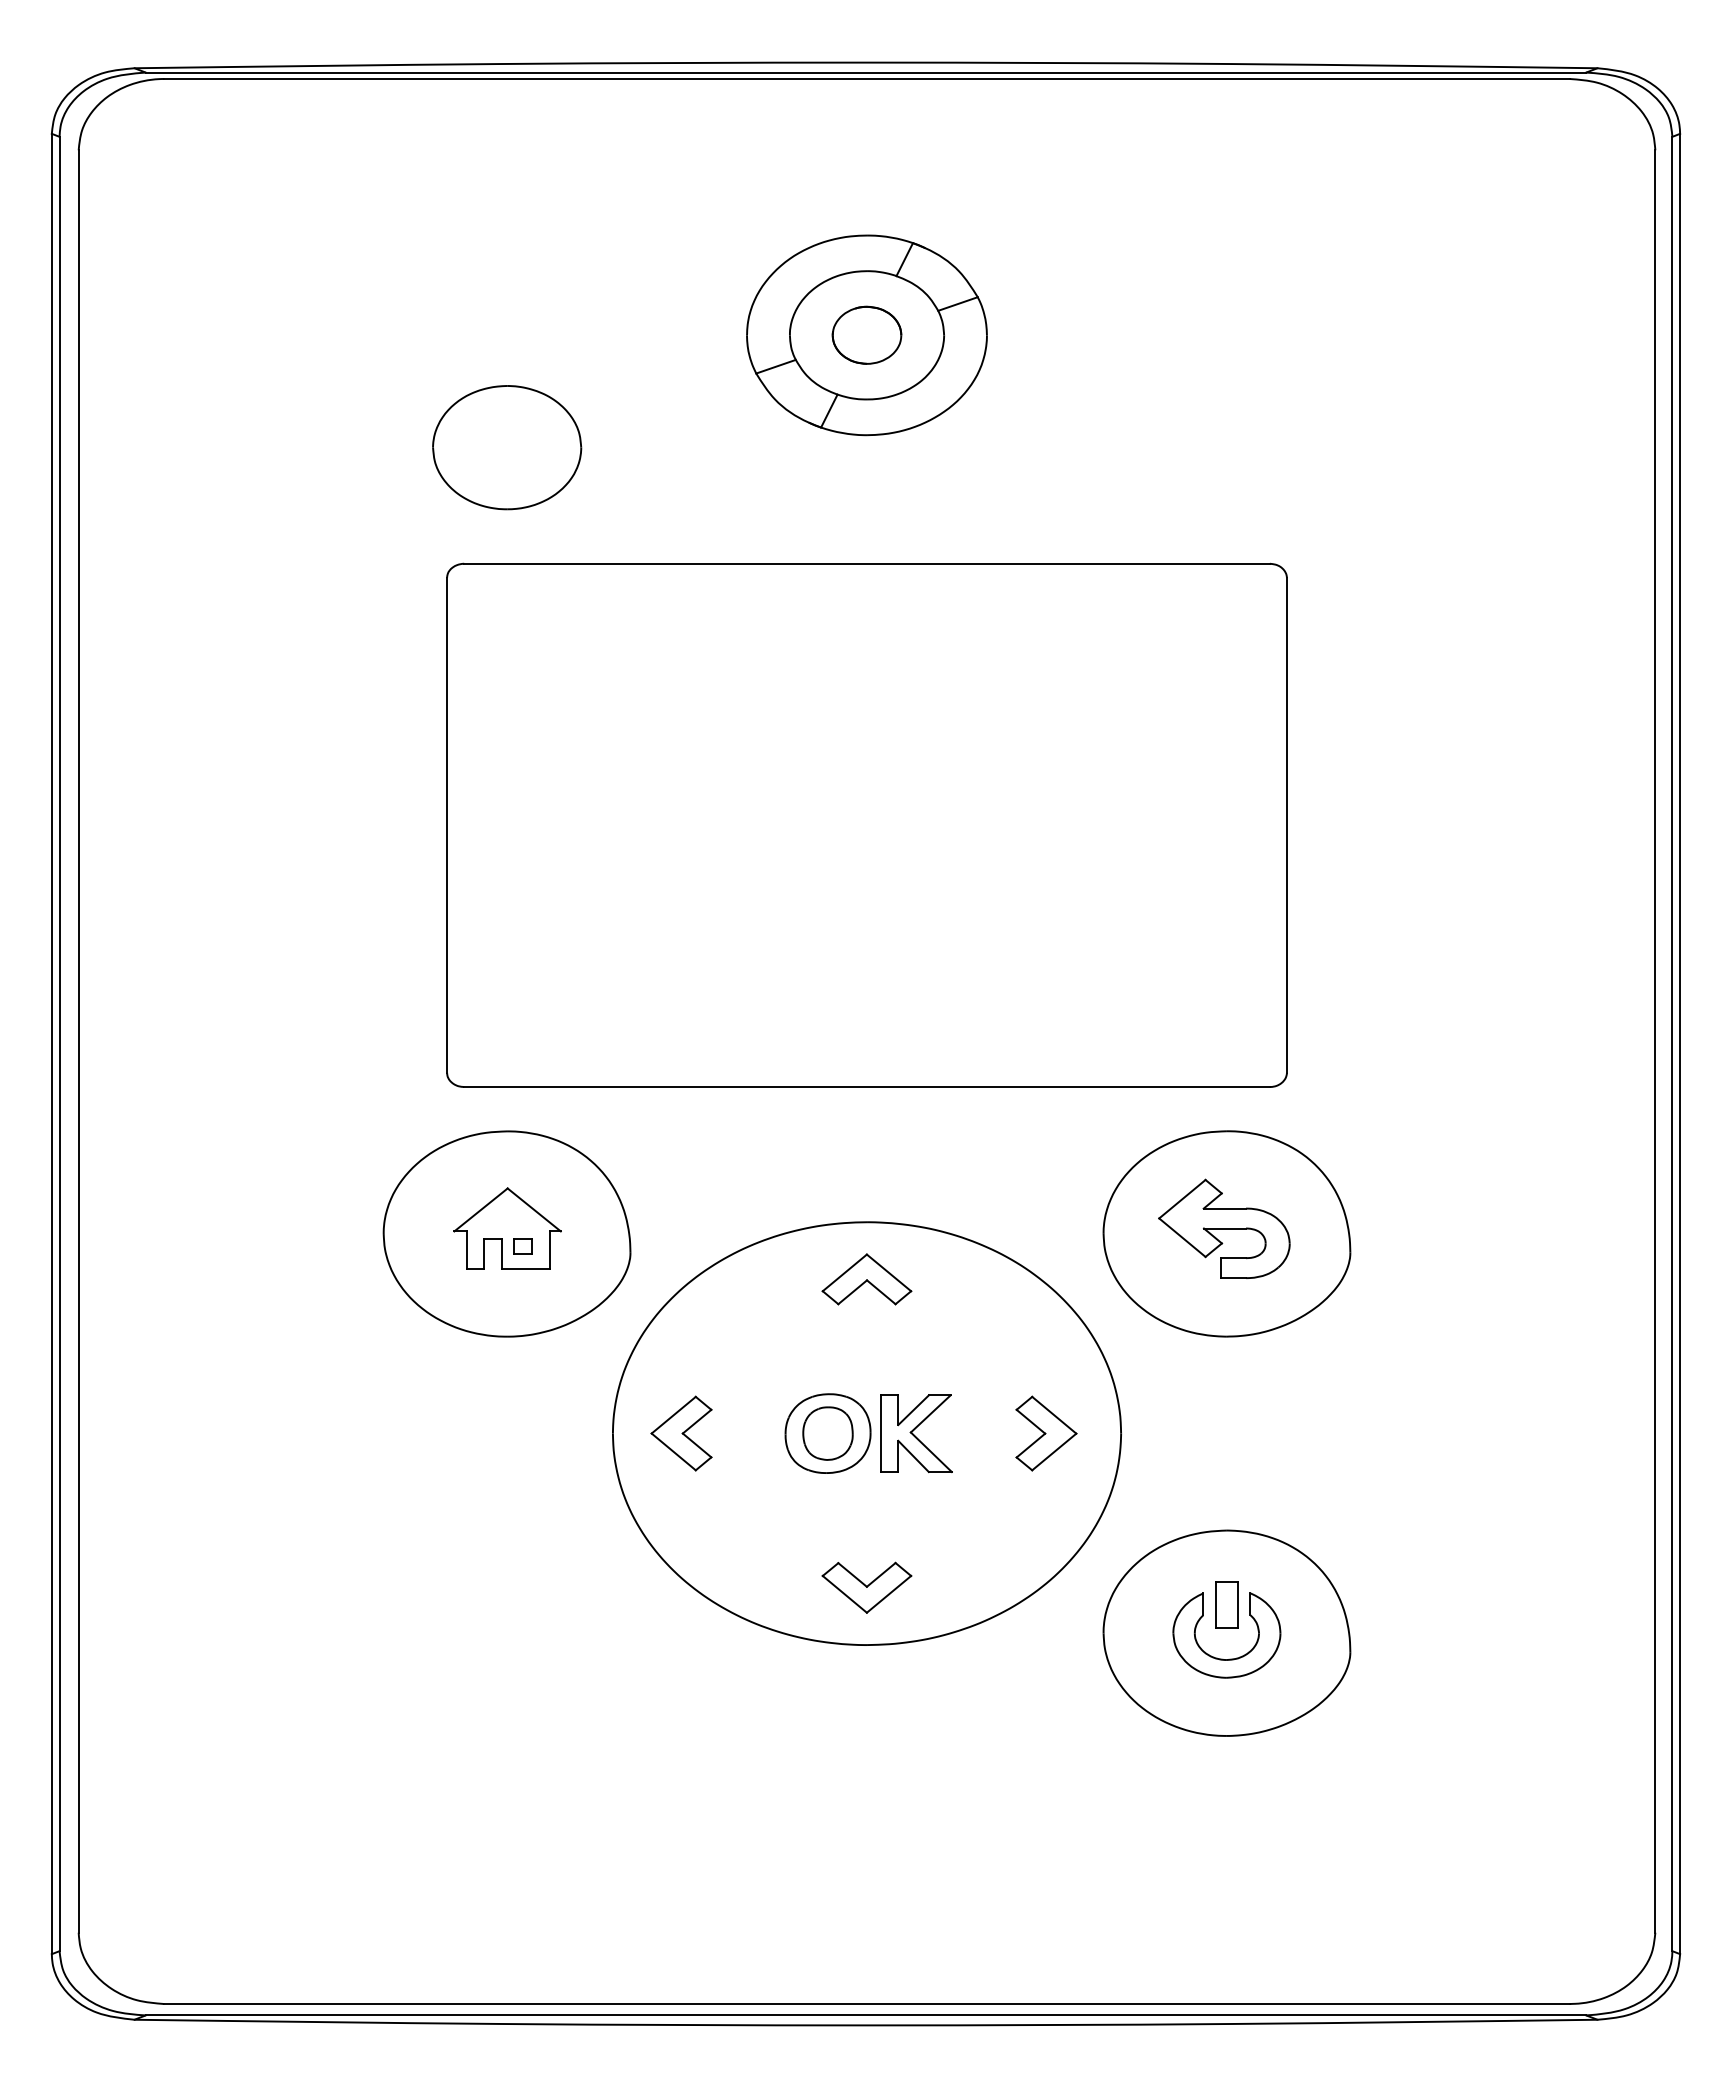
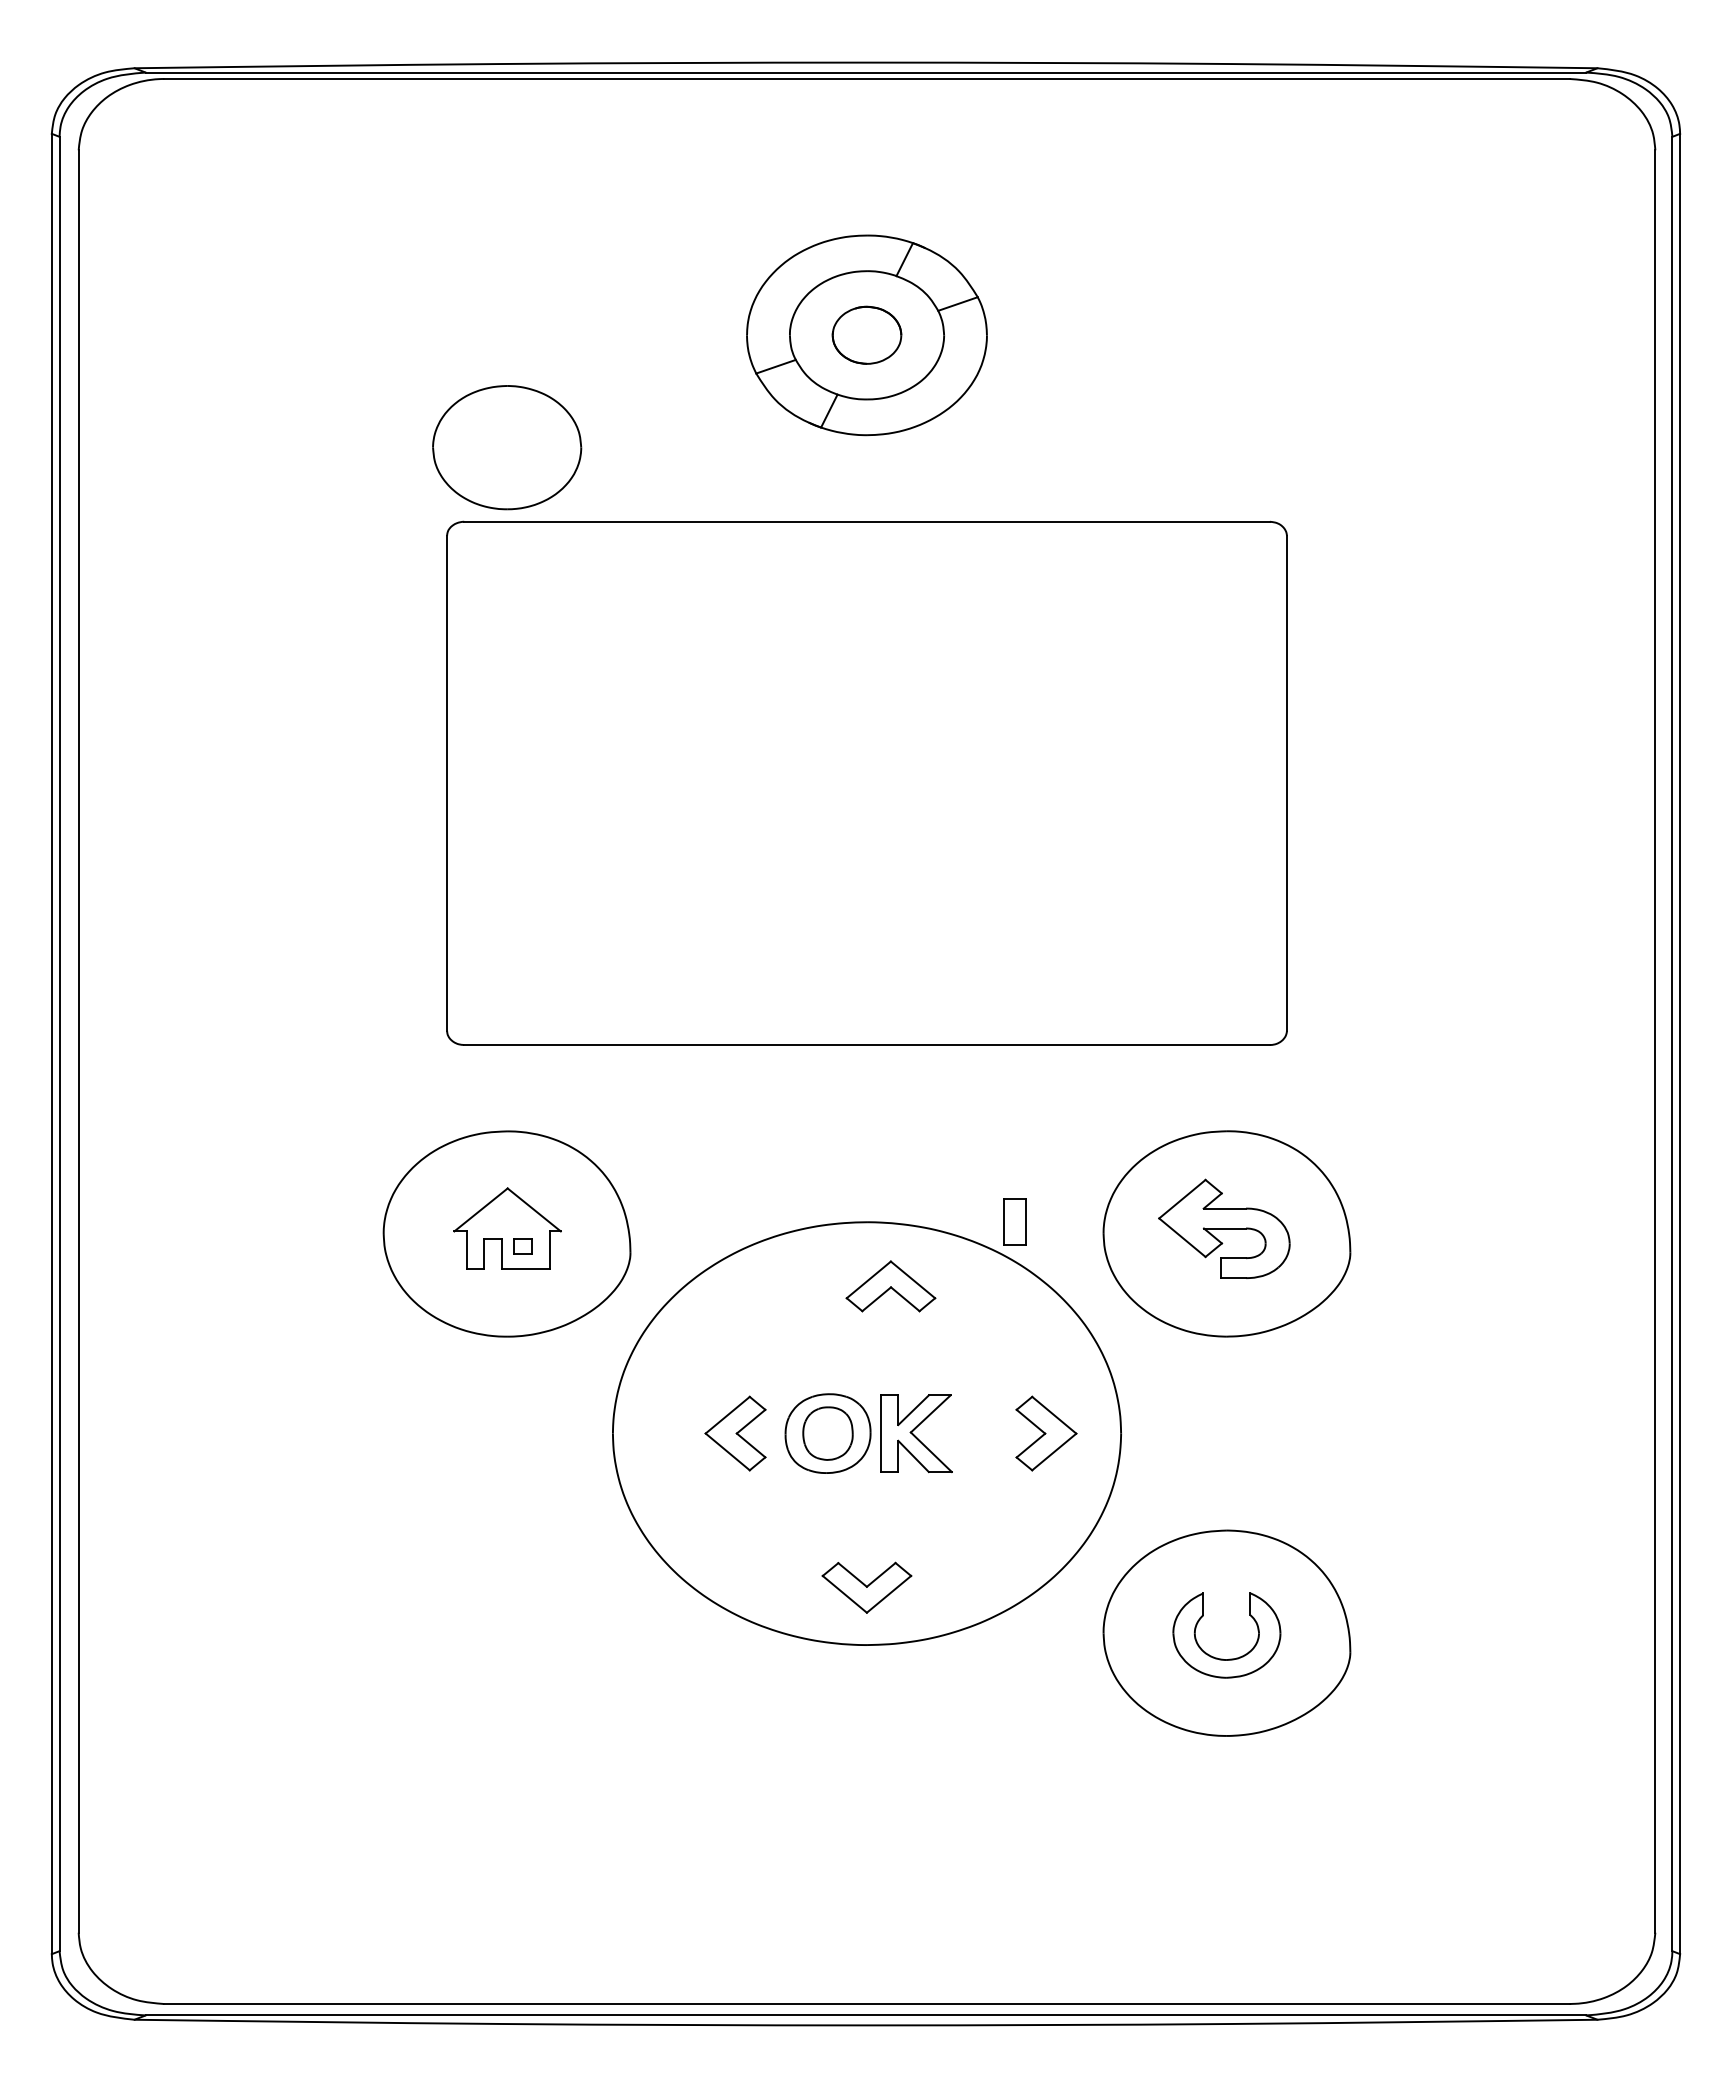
part at (866, 824) position: (866, 824) -> (866, 782)
part at (866, 1279) position: (866, 1279) -> (890, 1286)
part at (681, 1433) position: (681, 1433) -> (735, 1433)
part at (1226, 1604) position: (1226, 1604) -> (1014, 1221)
